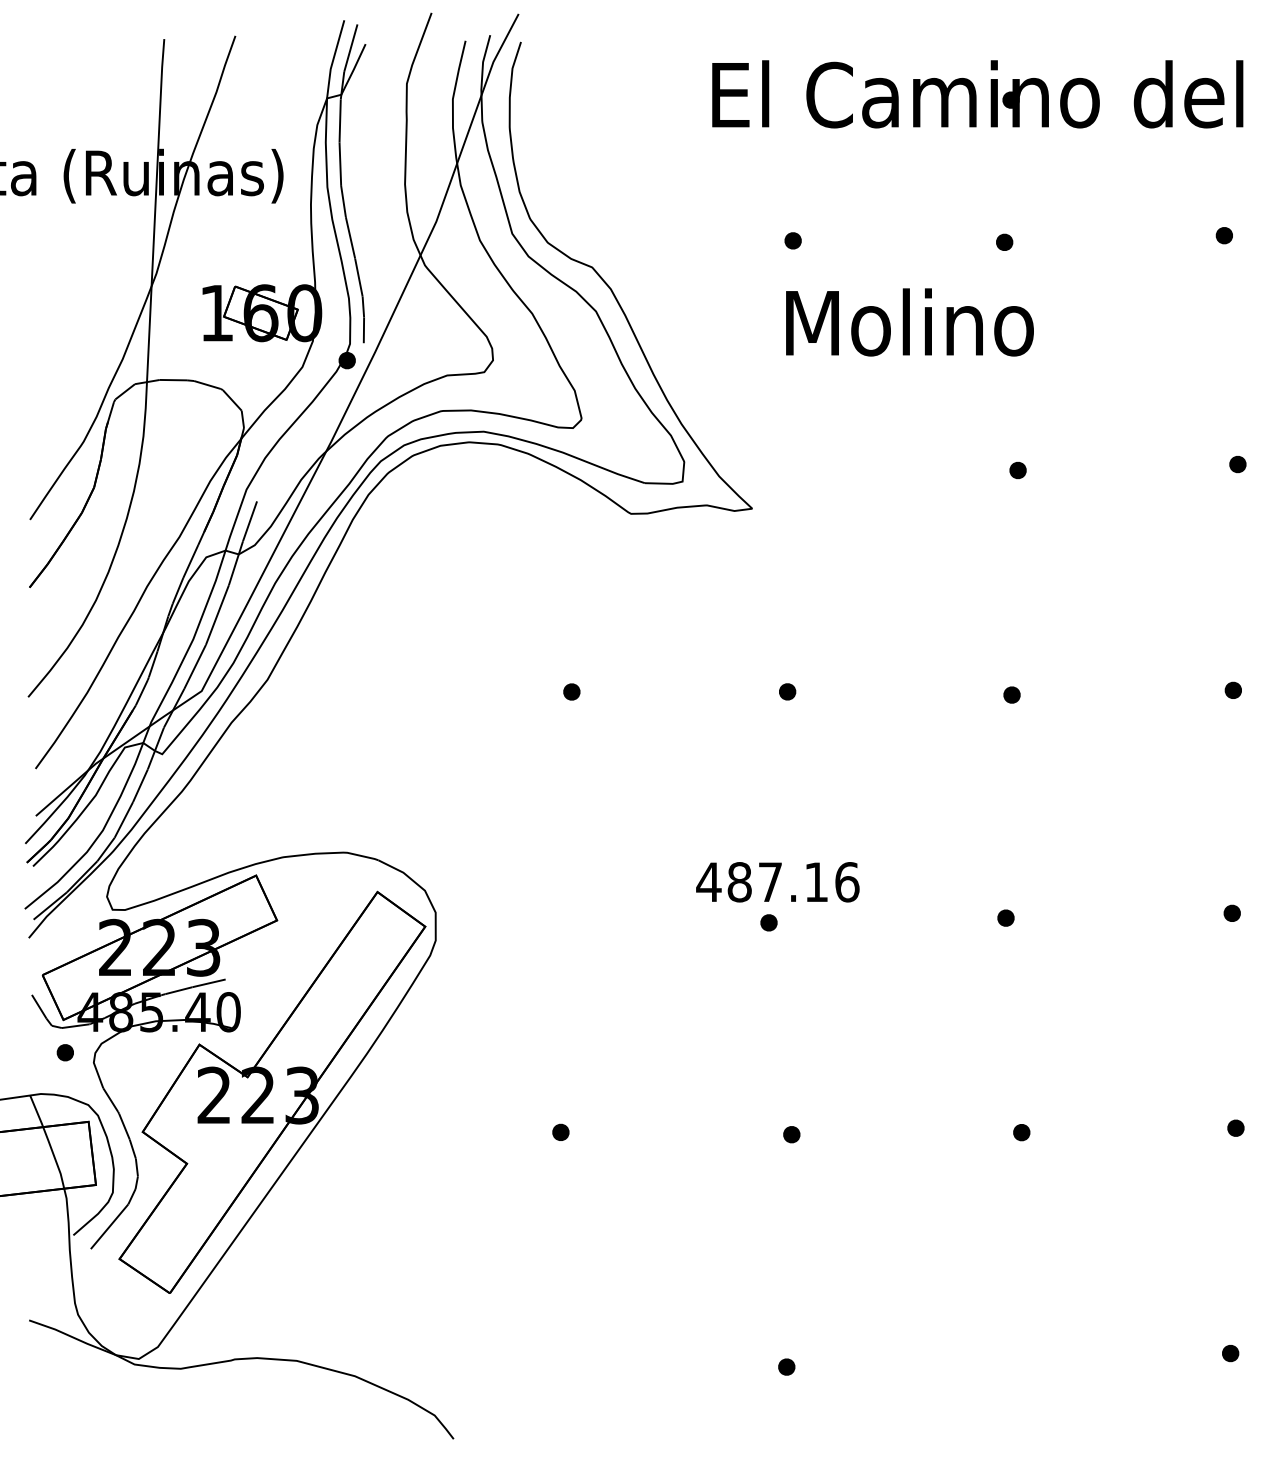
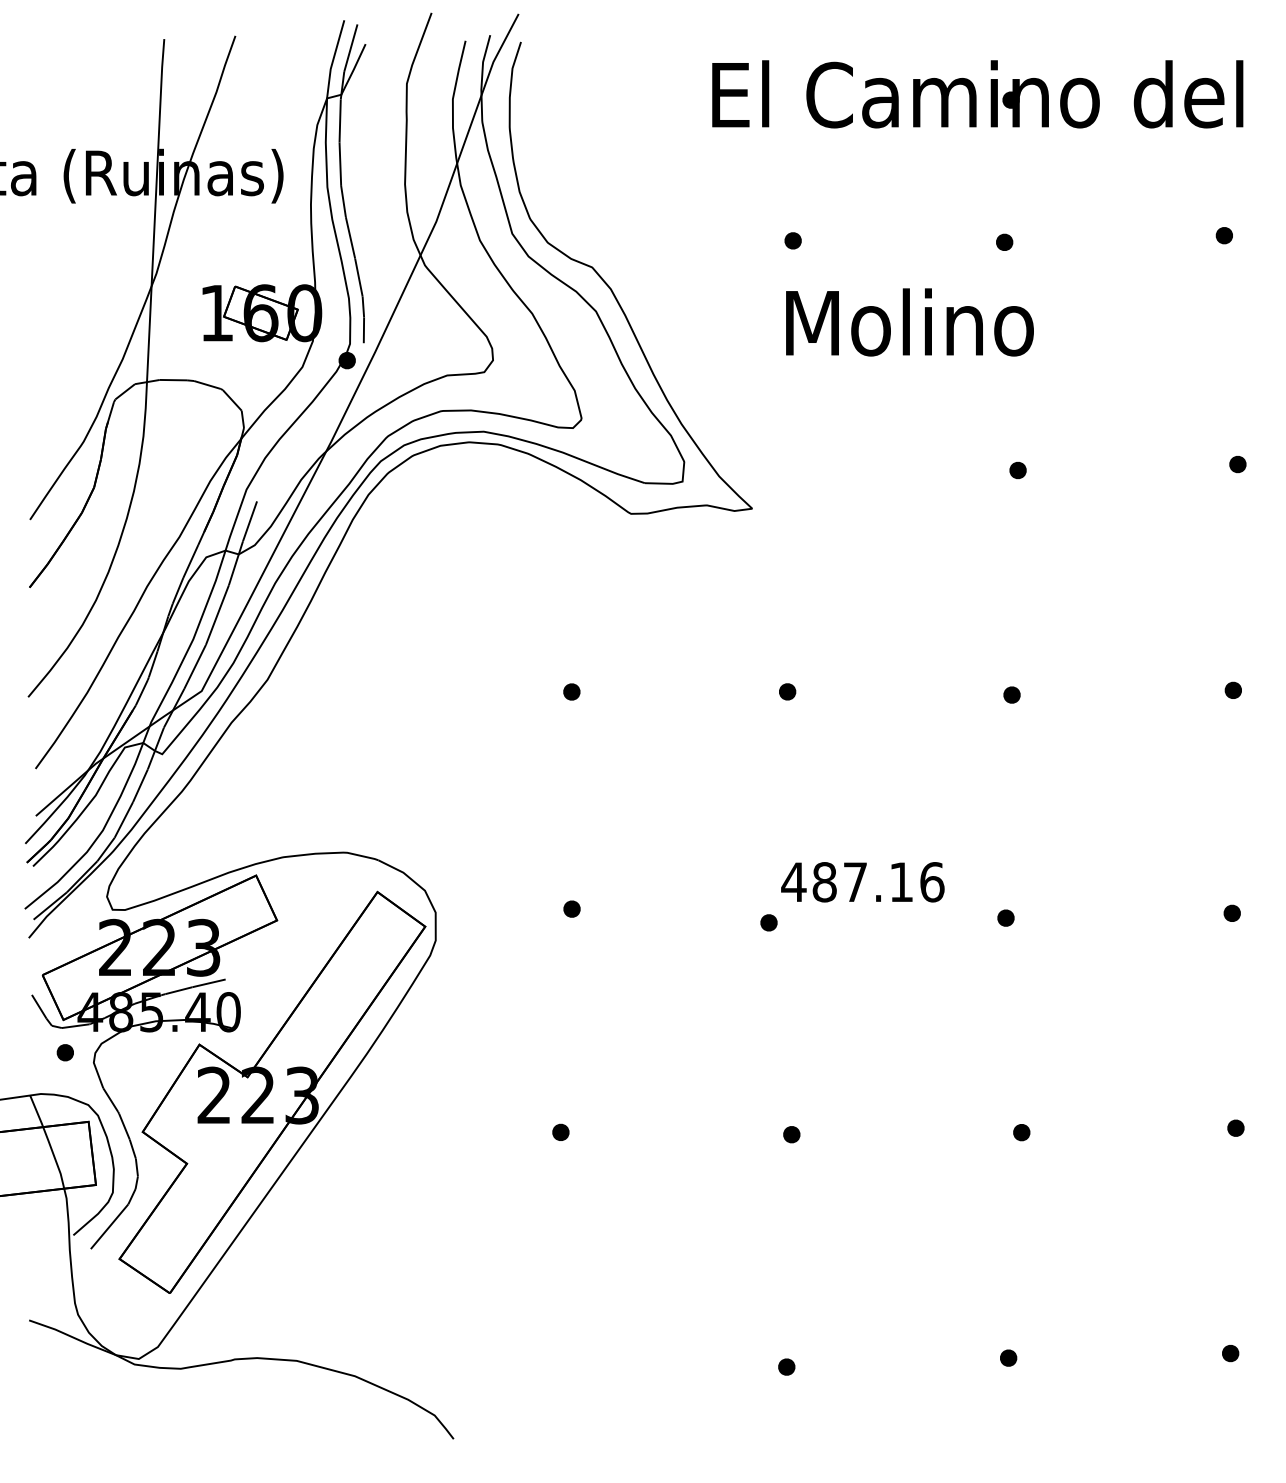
text at (777, 882) position: (777, 882) -> (862, 882)
part at (571, 908): none -> present
part at (1008, 1357): none -> present
